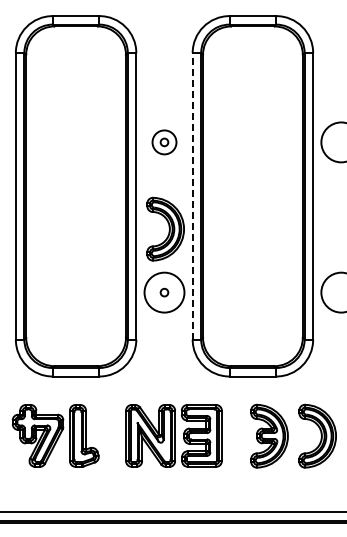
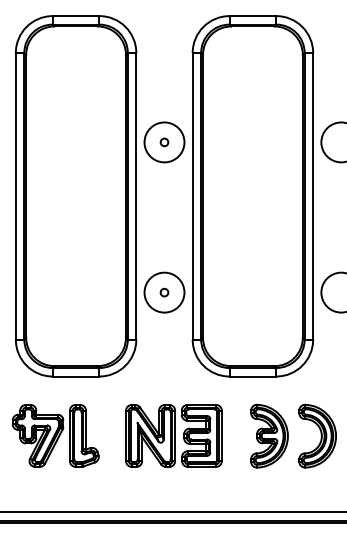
circle at (164, 142) diameter: 24 px -> 40 px
line at (192, 195): dashed -> solid
part at (165, 228): present -> none
